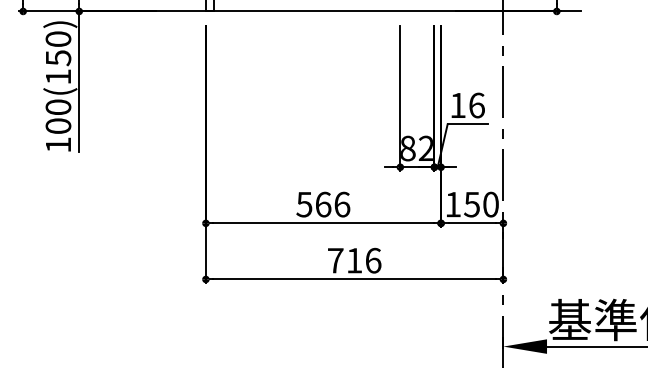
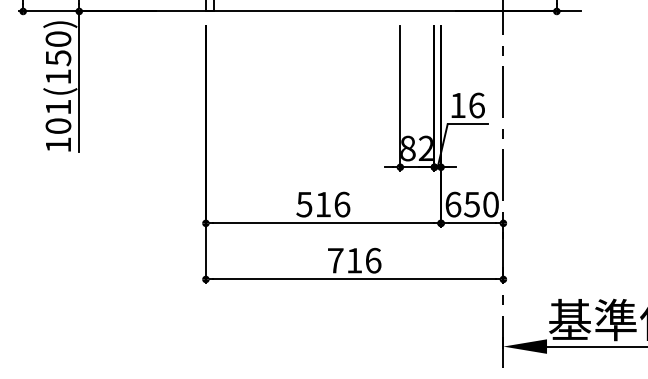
text at (58, 106): 100(150) -> 101(150)
text at (323, 204): 566 -> 516
text at (453, 204): 150 -> 650
